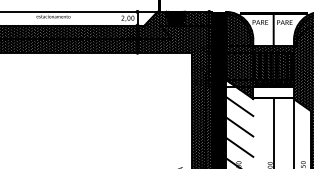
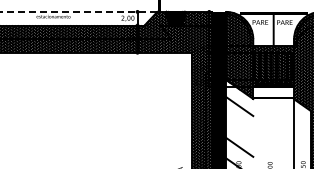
line at (78, 11): solid -> dashed
line at (239, 126): present -> none
line at (273, 132): present -> none
